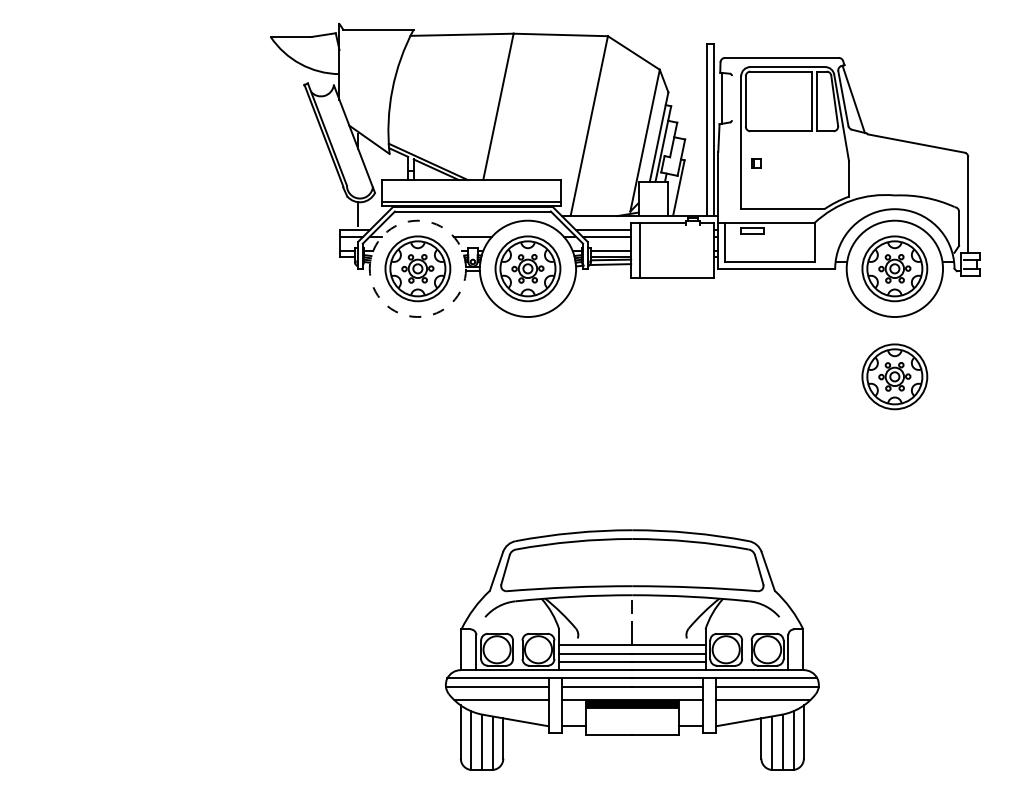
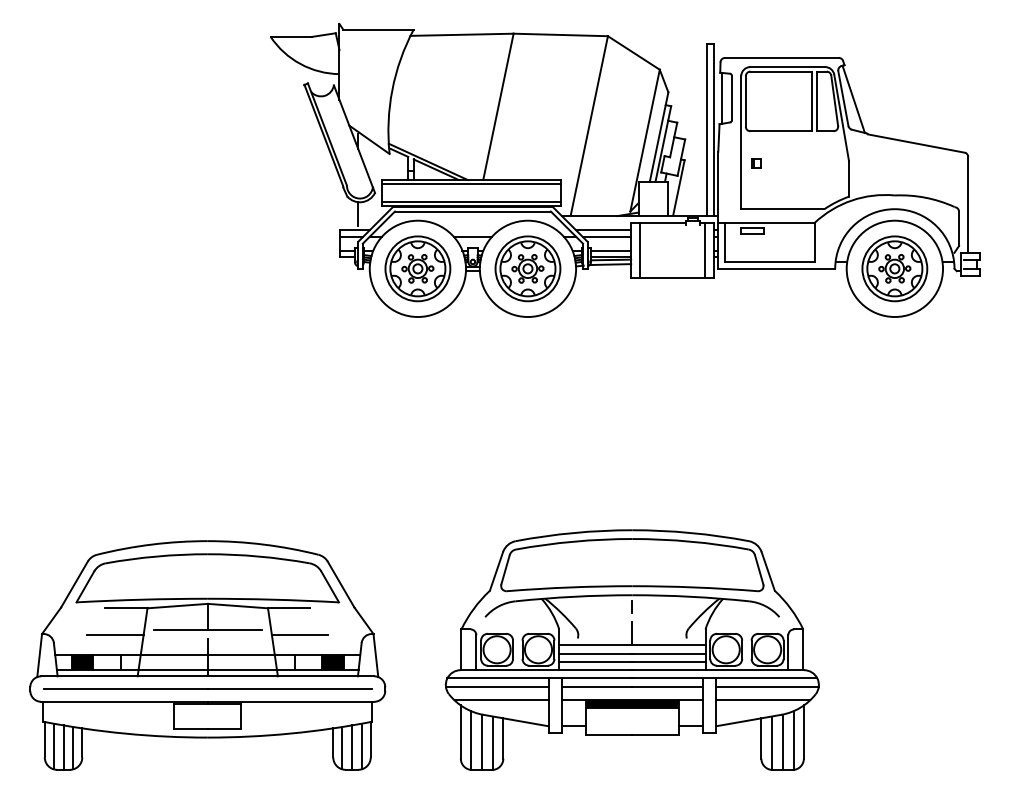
line at (732, 98): none -> present
line at (471, 183): none -> present
line at (704, 250): none -> present
circle at (417, 268): dashed -> solid
part at (894, 376): present -> none
part at (207, 655): none -> present
